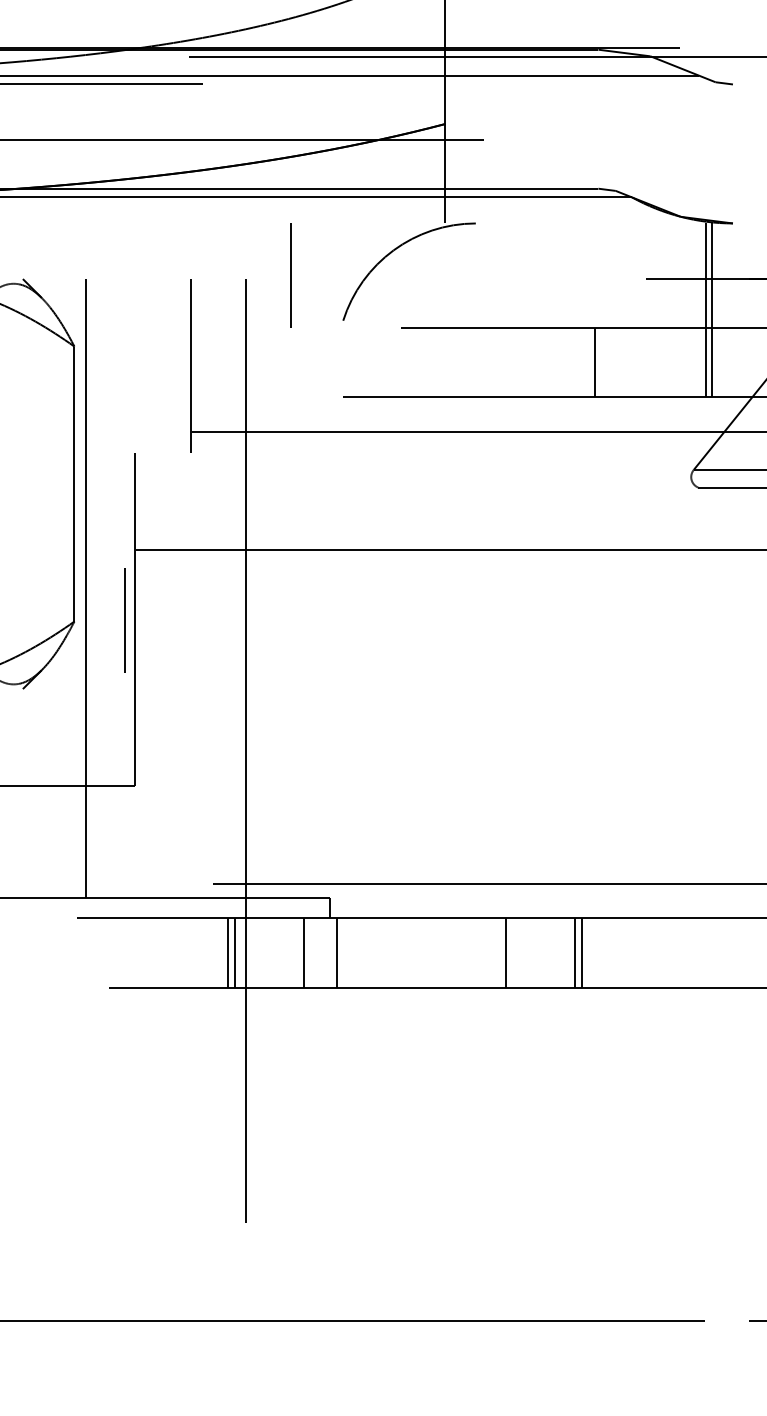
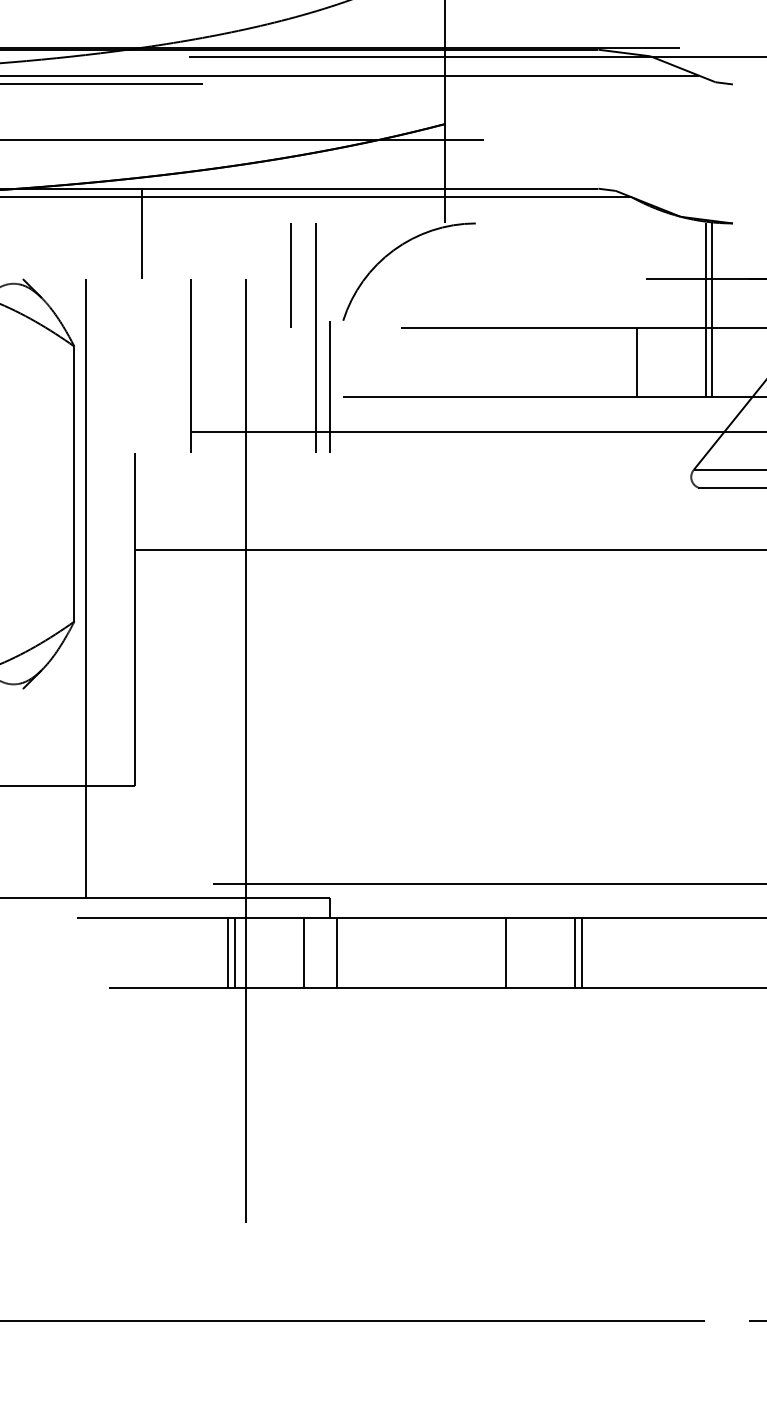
line at (142, 233): none -> present
line at (315, 337): none -> present
line at (594, 362) position: (594, 362) -> (636, 362)
line at (329, 386): none -> present
line at (124, 620): present -> none
